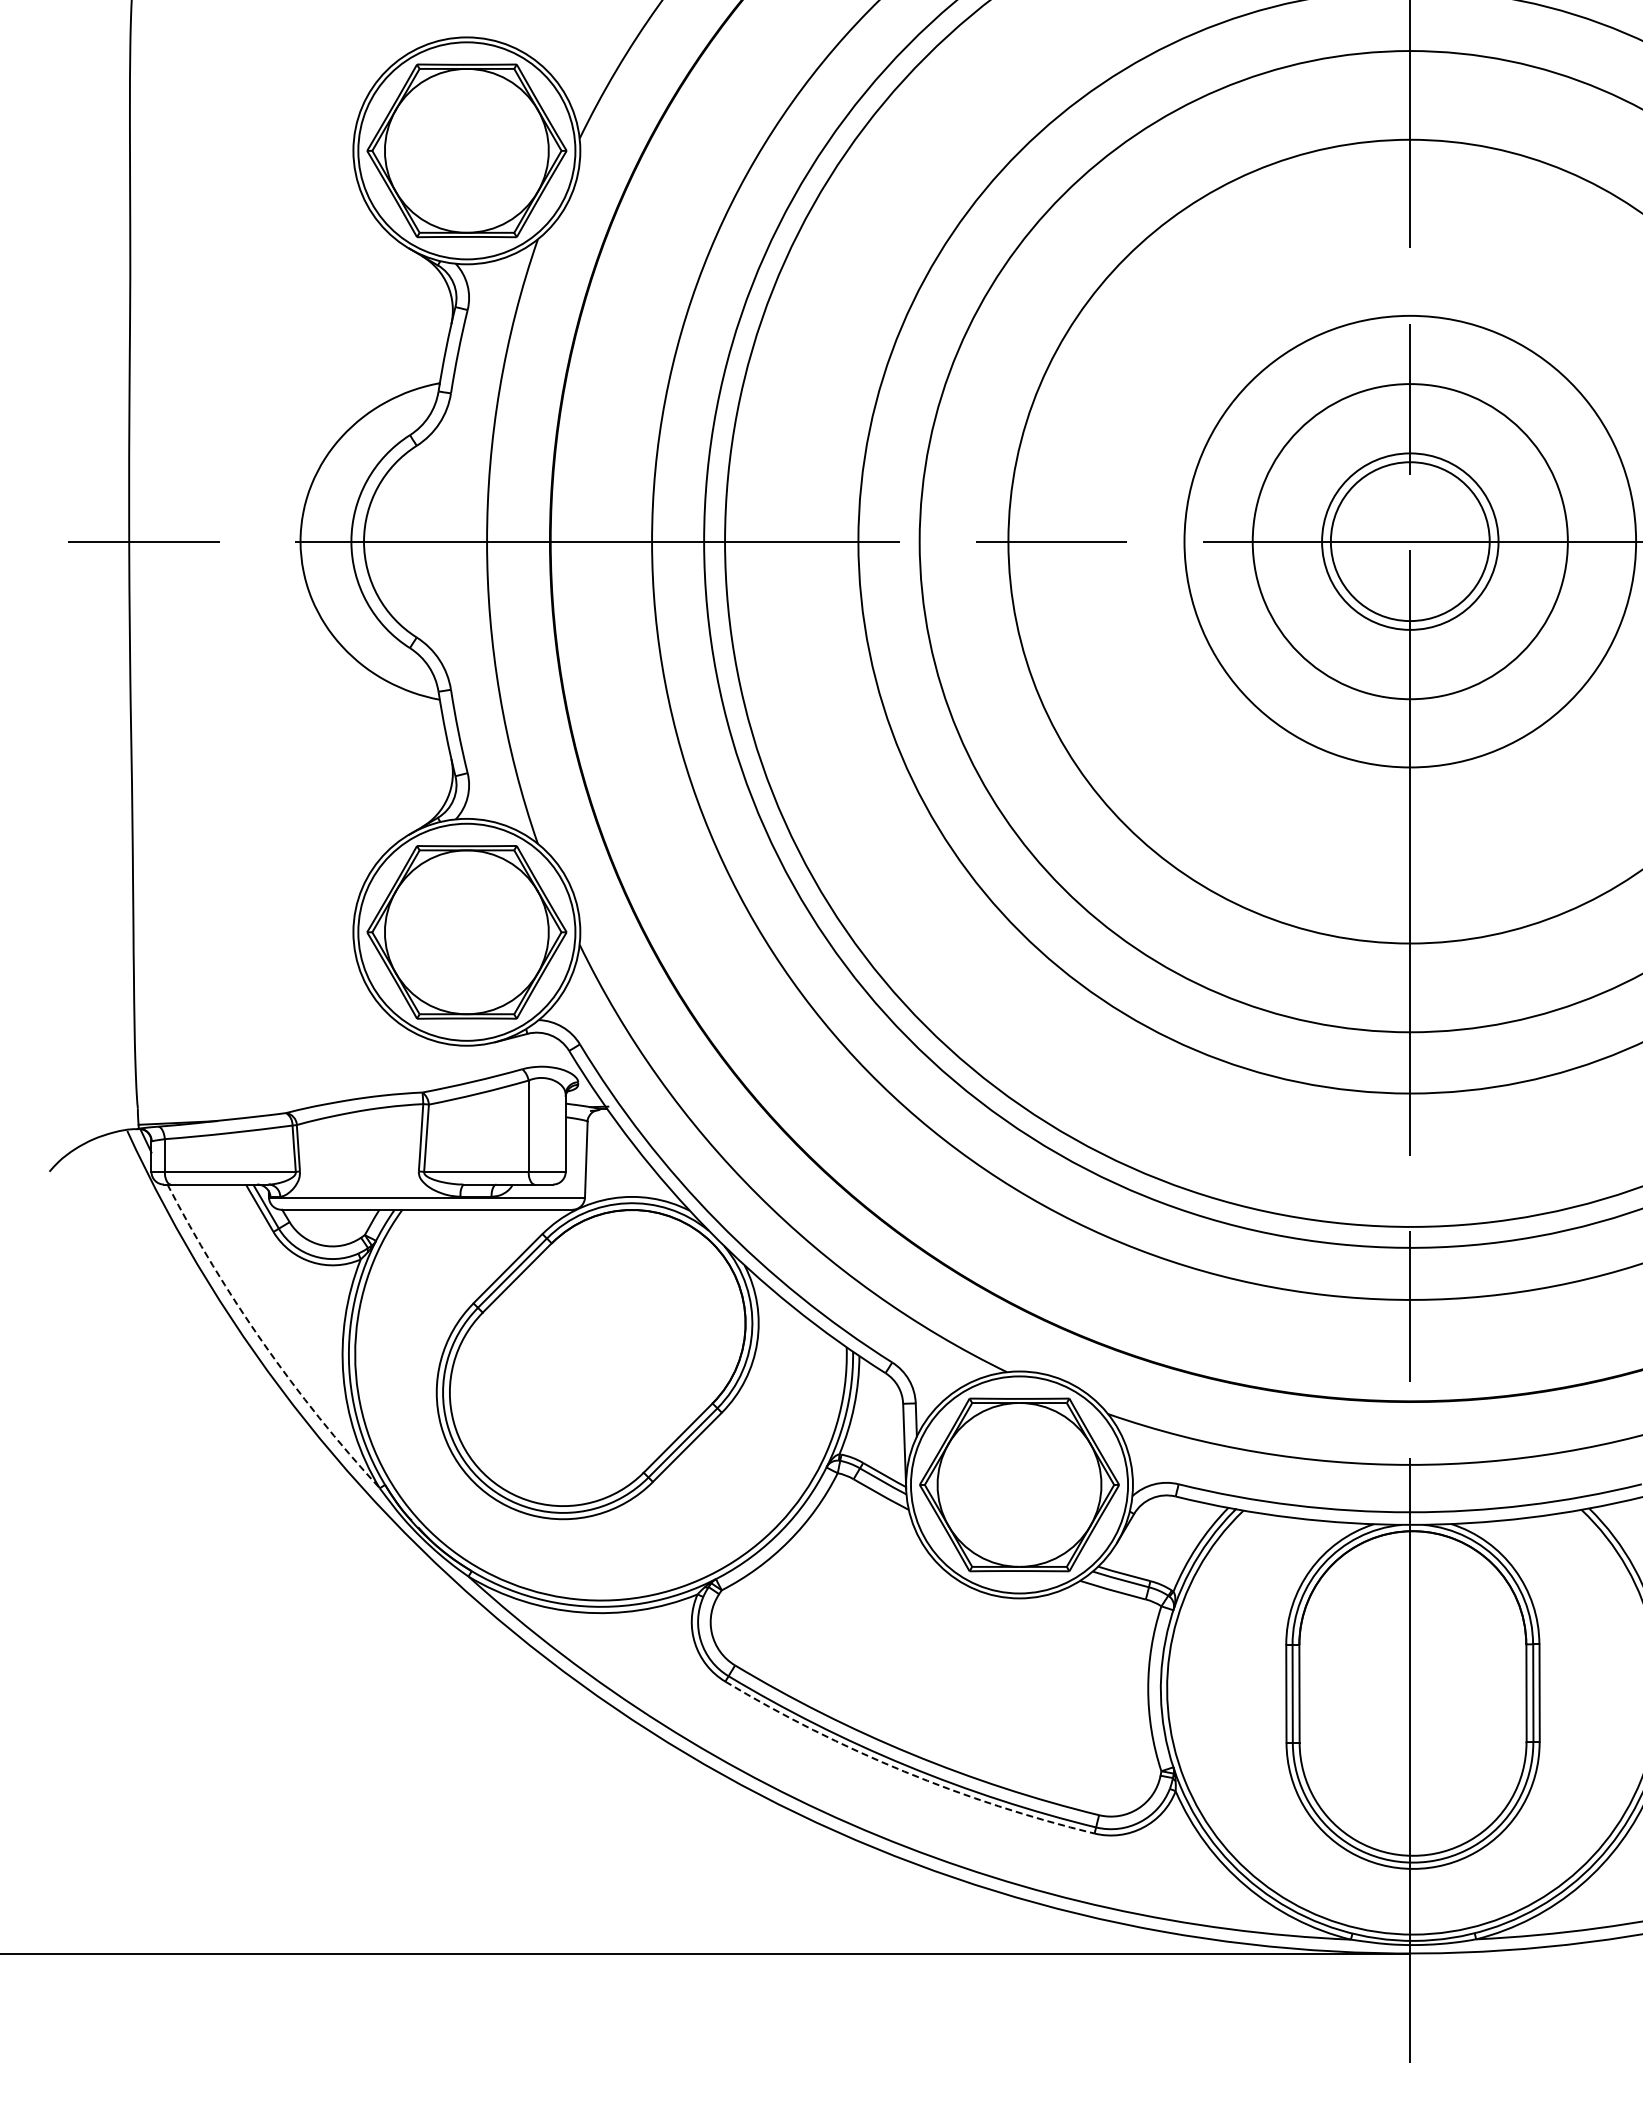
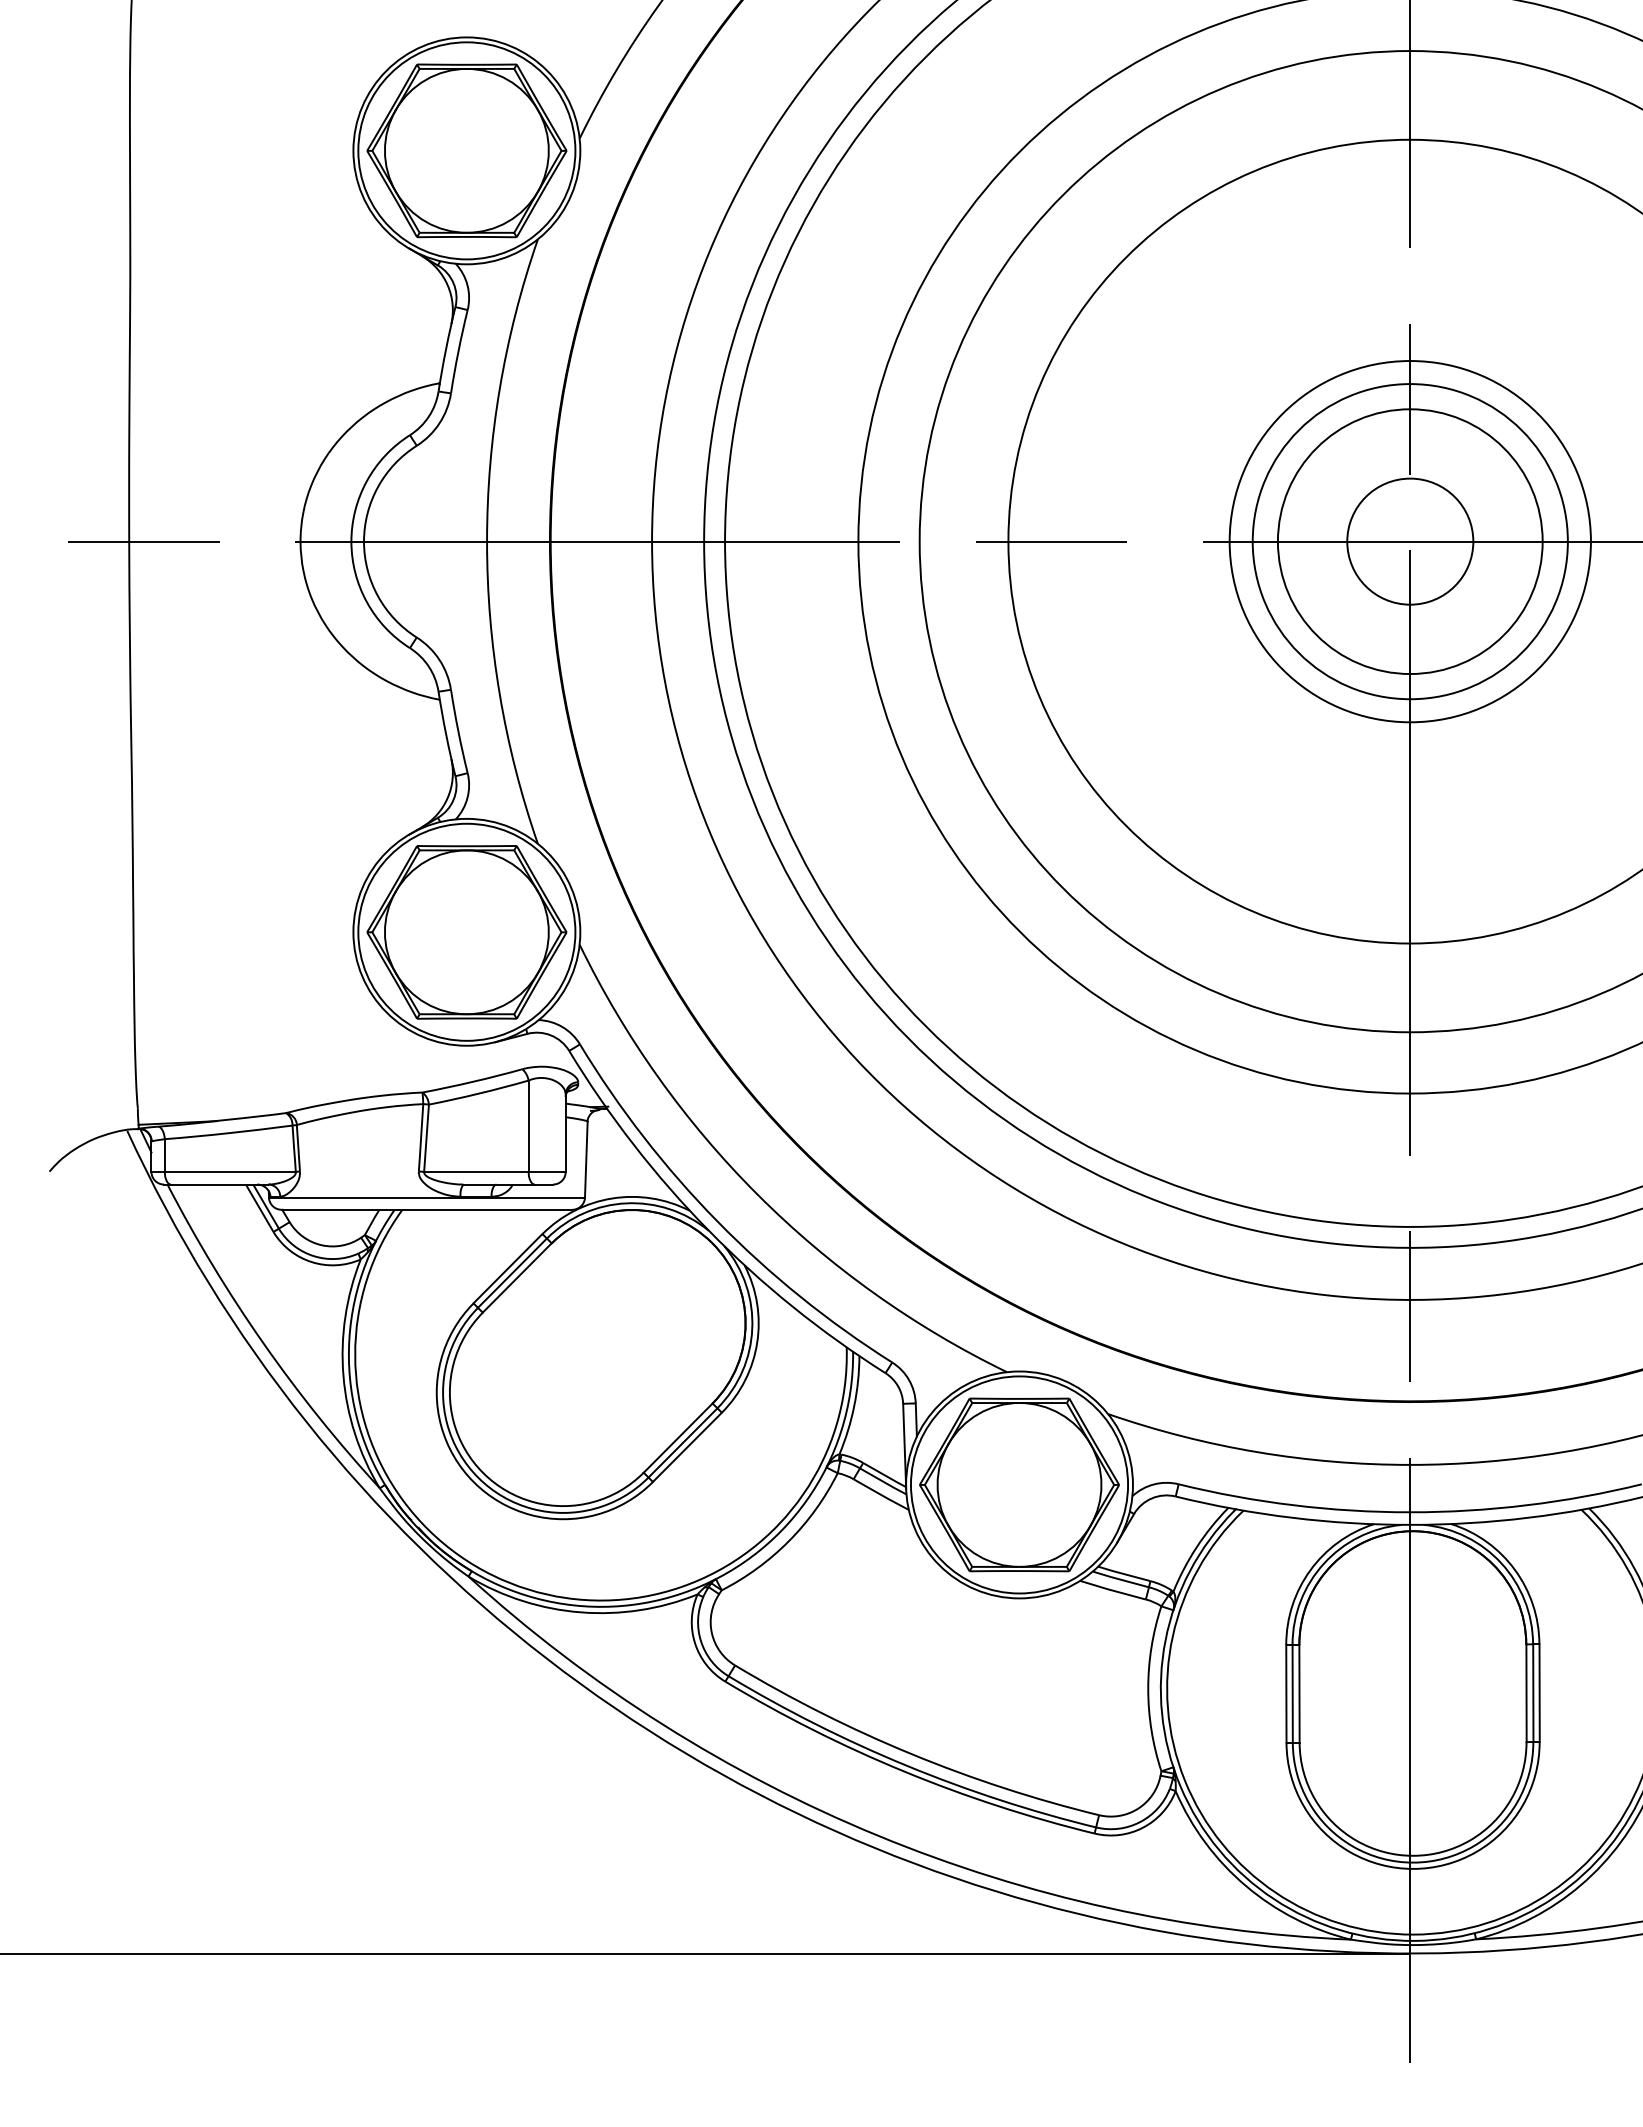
circle at (1409, 541) diameter: 159 px -> 265 px
circle at (1410, 541) diameter: 176 px -> 126 px
circle at (1410, 541) diameter: 452 px -> 361 px
arc at (263, 1343): dashed -> solid
arc at (904, 1771): dashed -> solid
